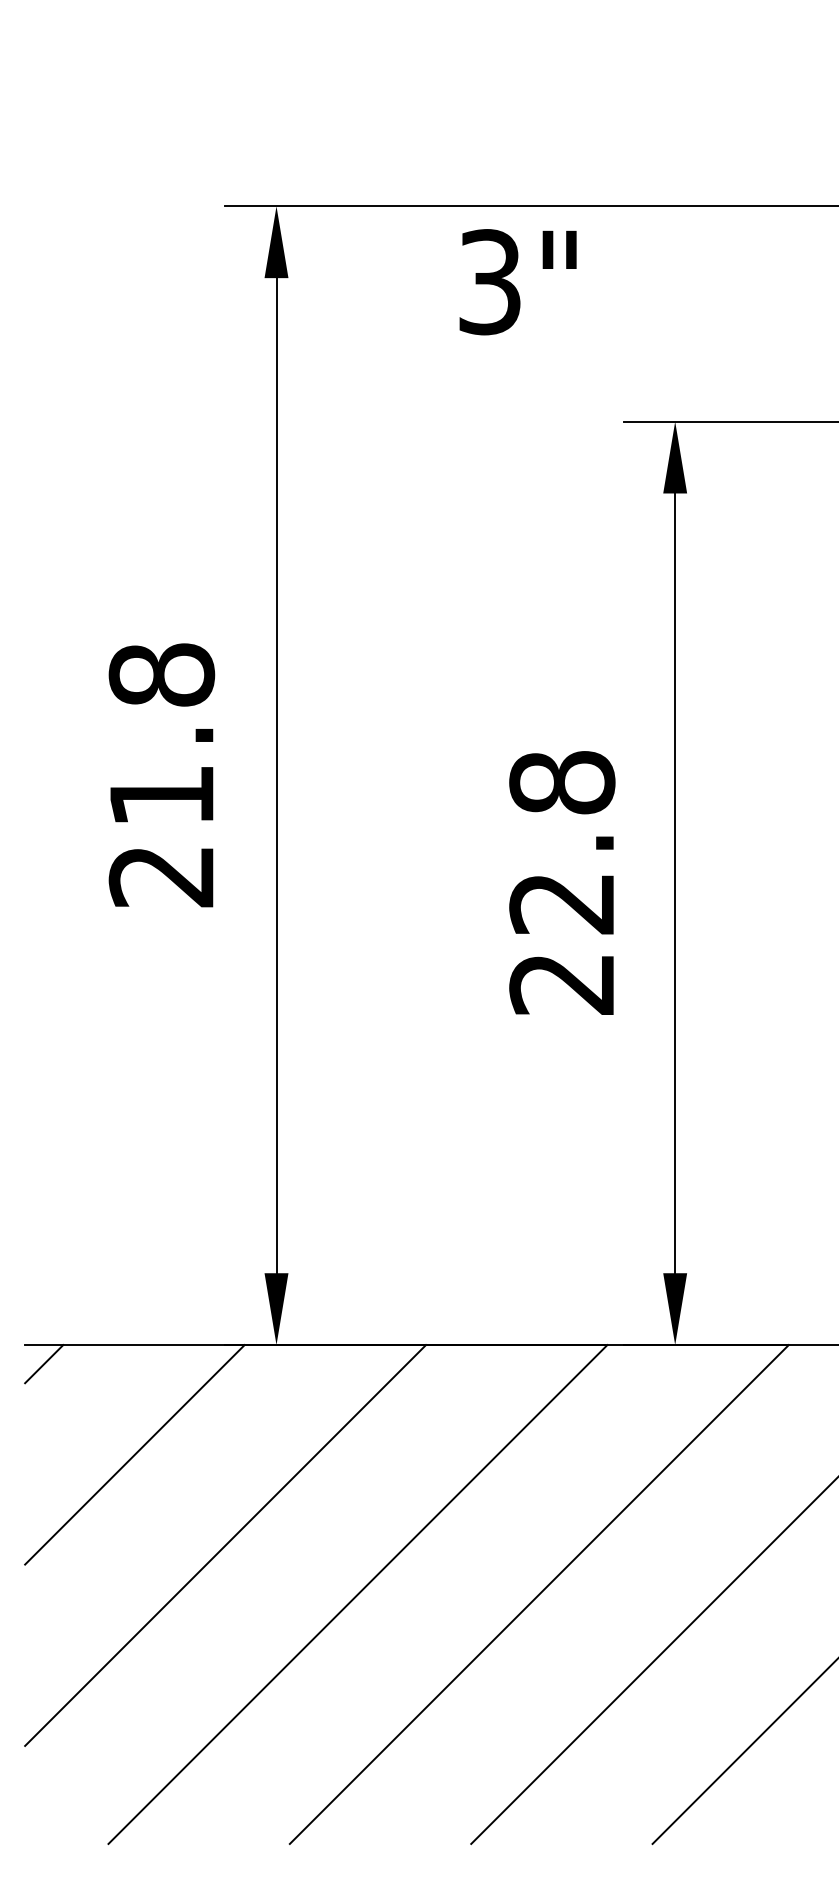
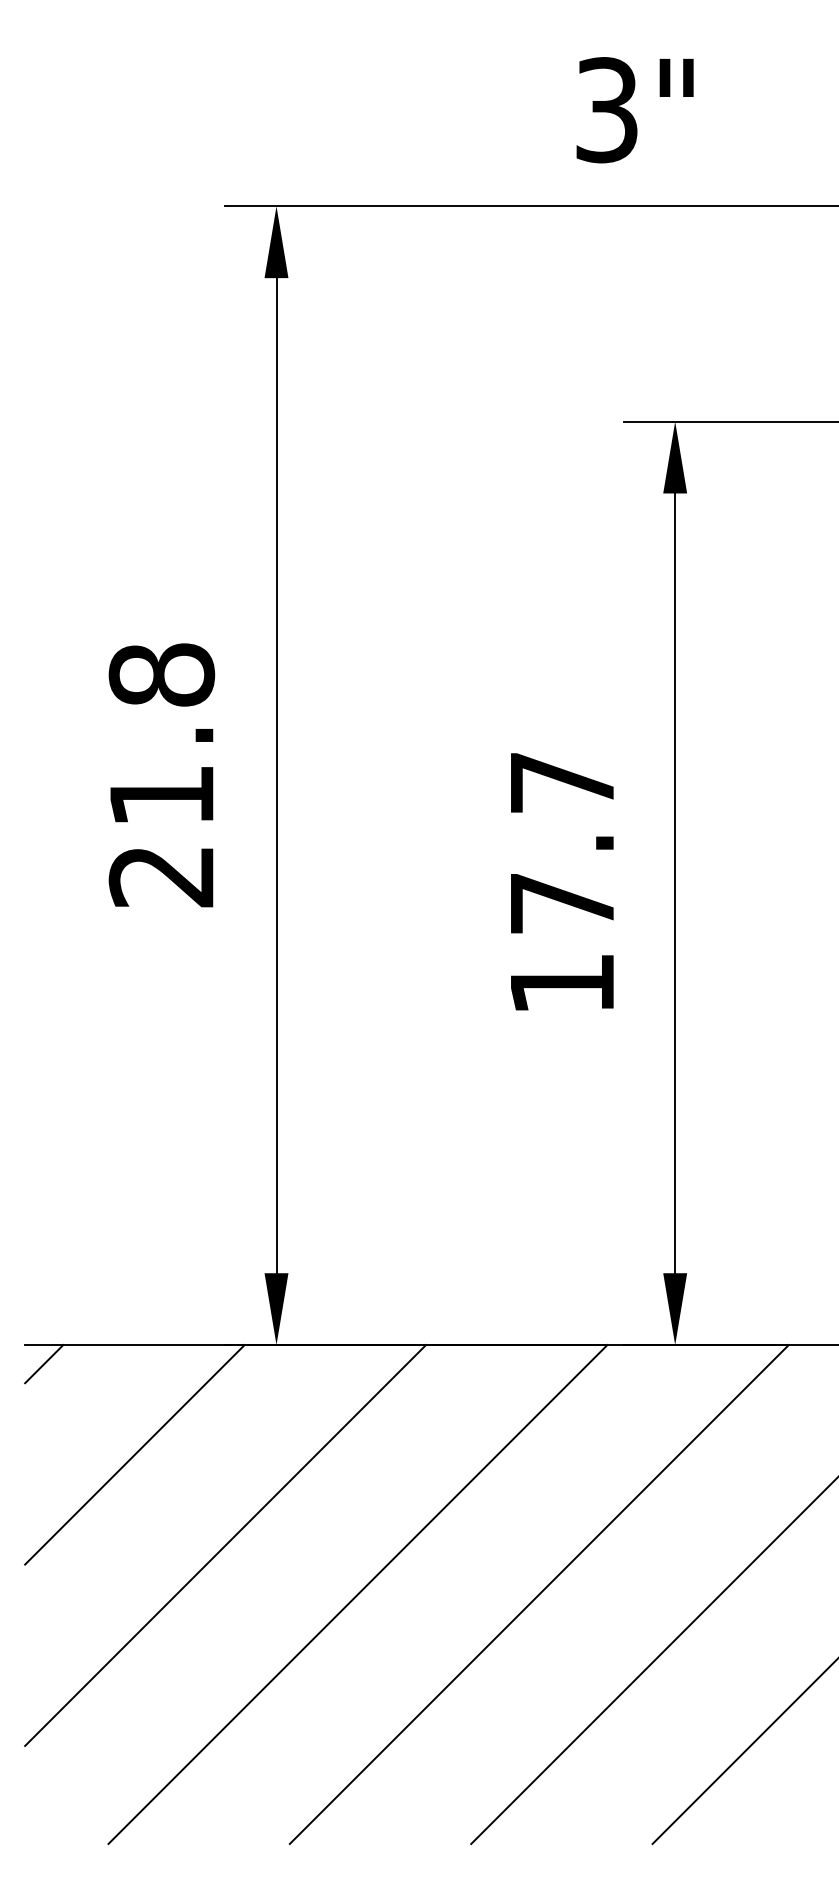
text at (517, 282) position: (517, 282) -> (634, 110)
text at (562, 882): 22.8 -> 17.7
